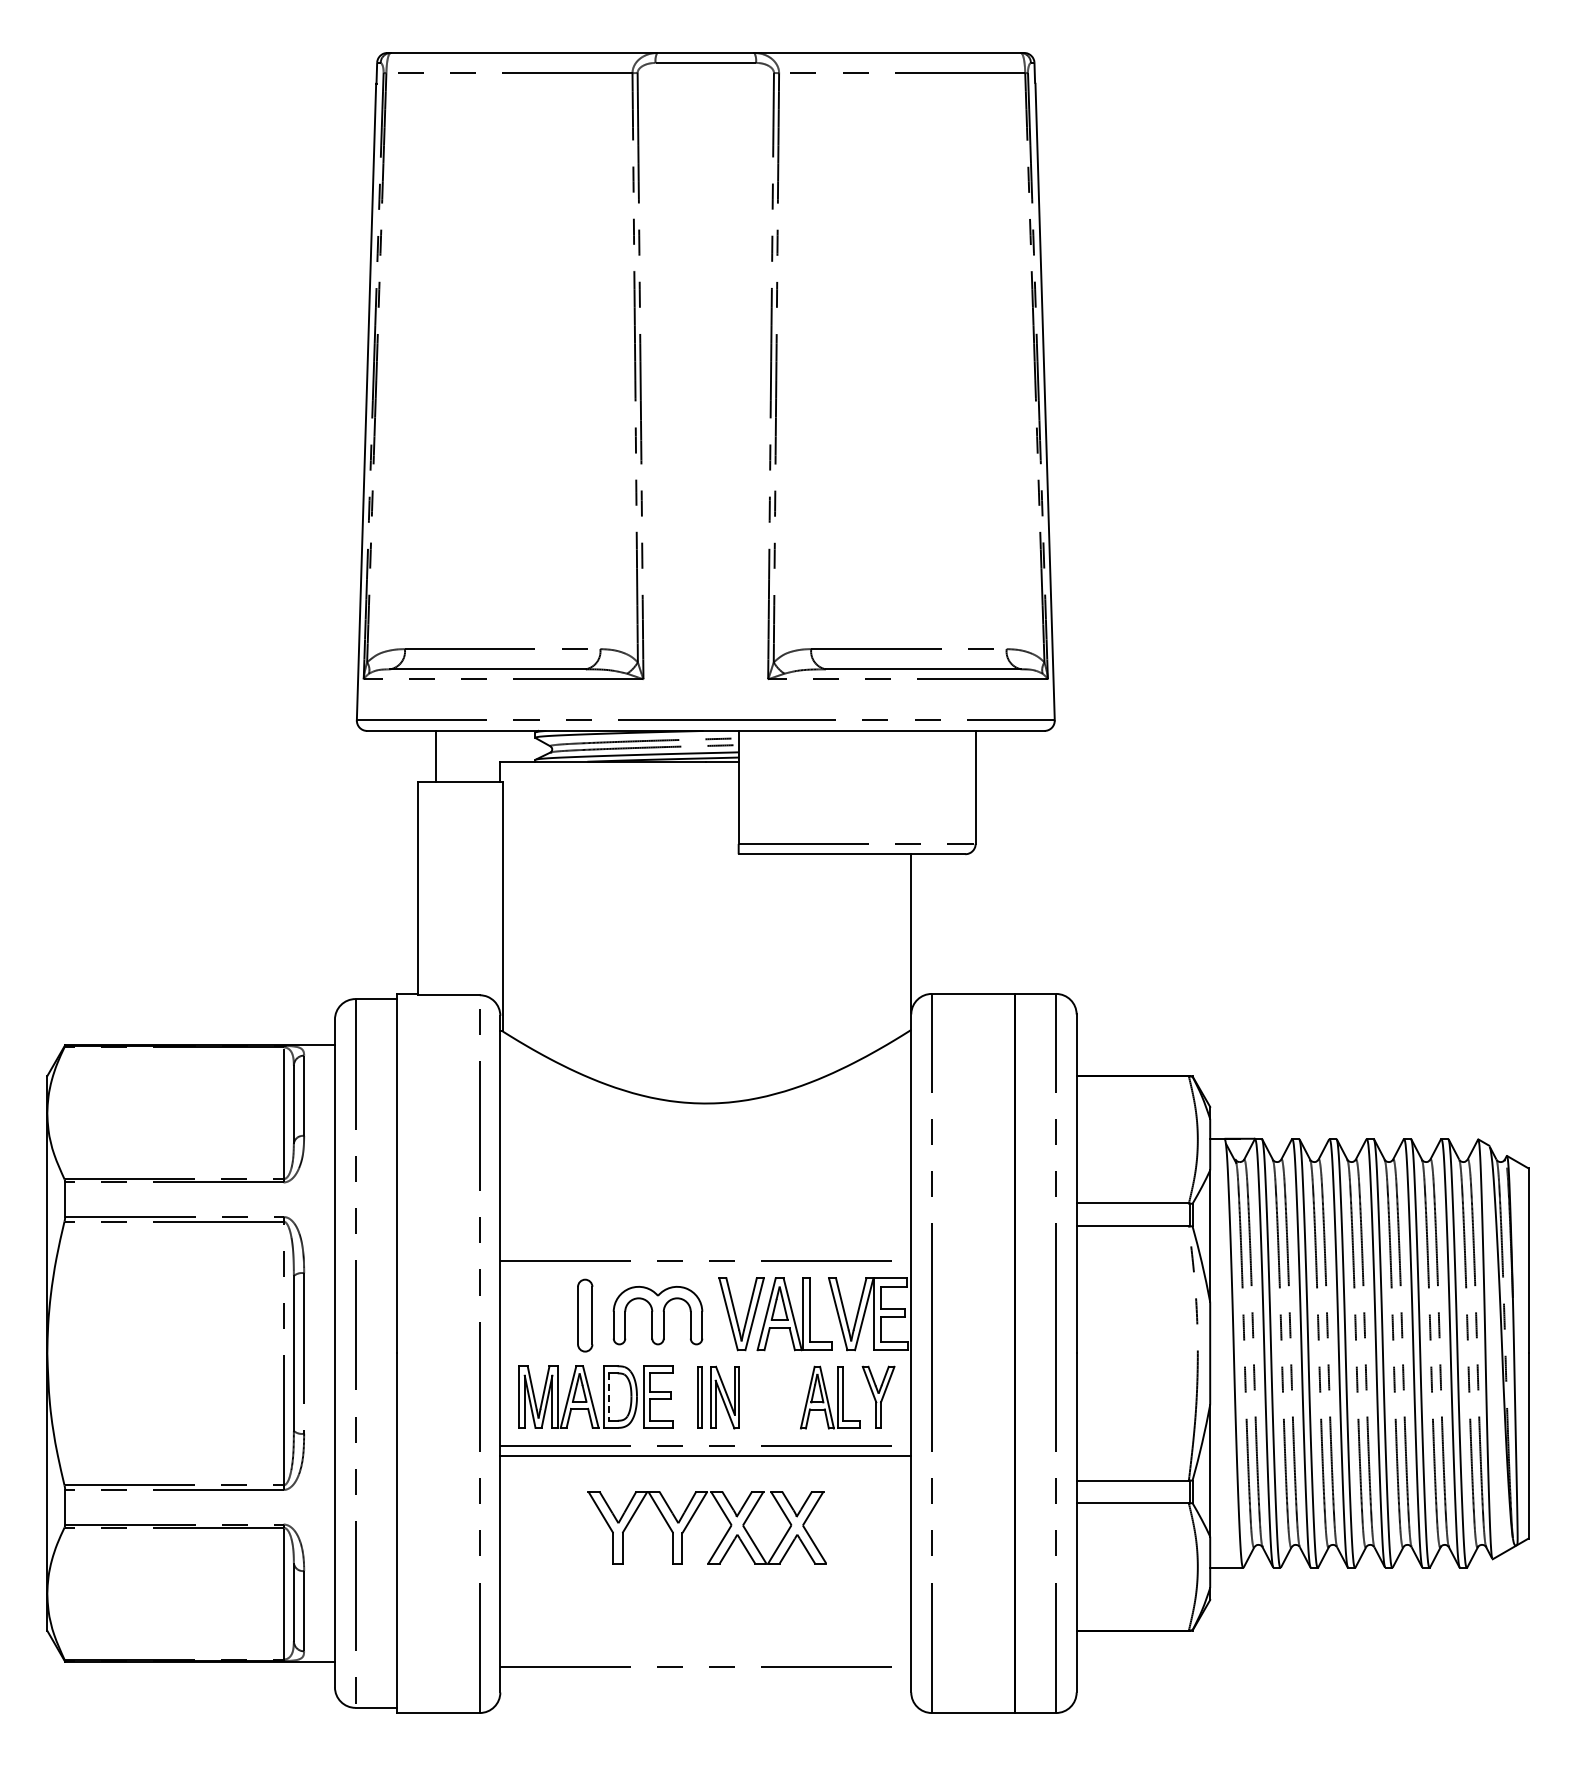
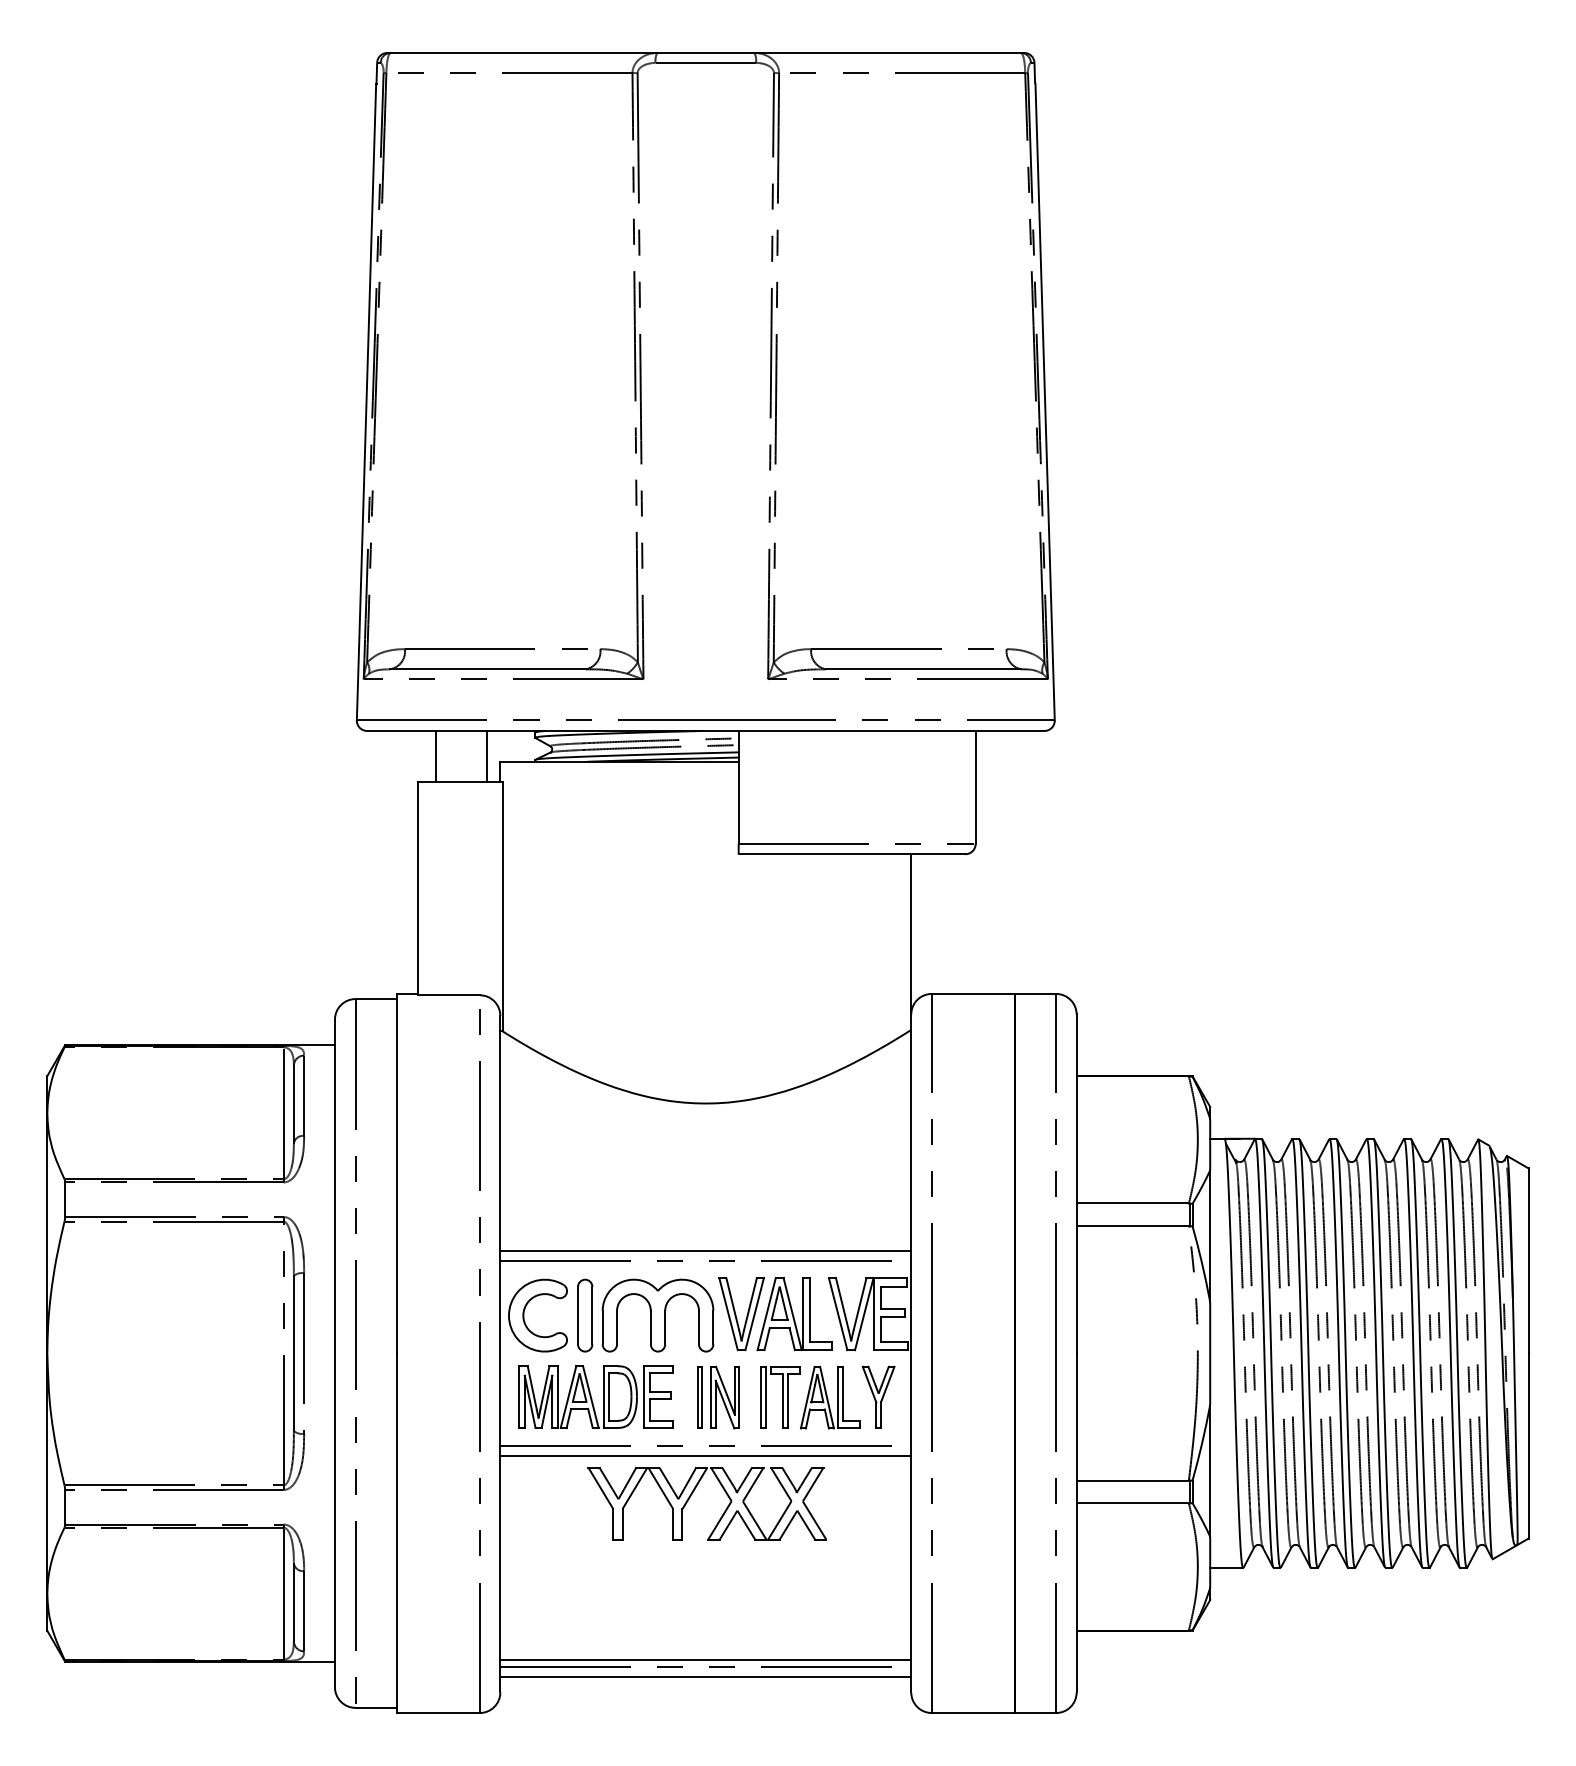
line at (487, 756): none -> present
line at (705, 1250): none -> present
part at (524, 1315): none -> present
part at (657, 1315) size: 92x60 px -> 114x75 px
line at (609, 1397): dashed -> solid
part at (780, 1397): none -> present
part at (691, 1520) position: (691, 1520) -> (691, 1496)
line at (705, 1660): none -> present
line at (705, 1677): none -> present
